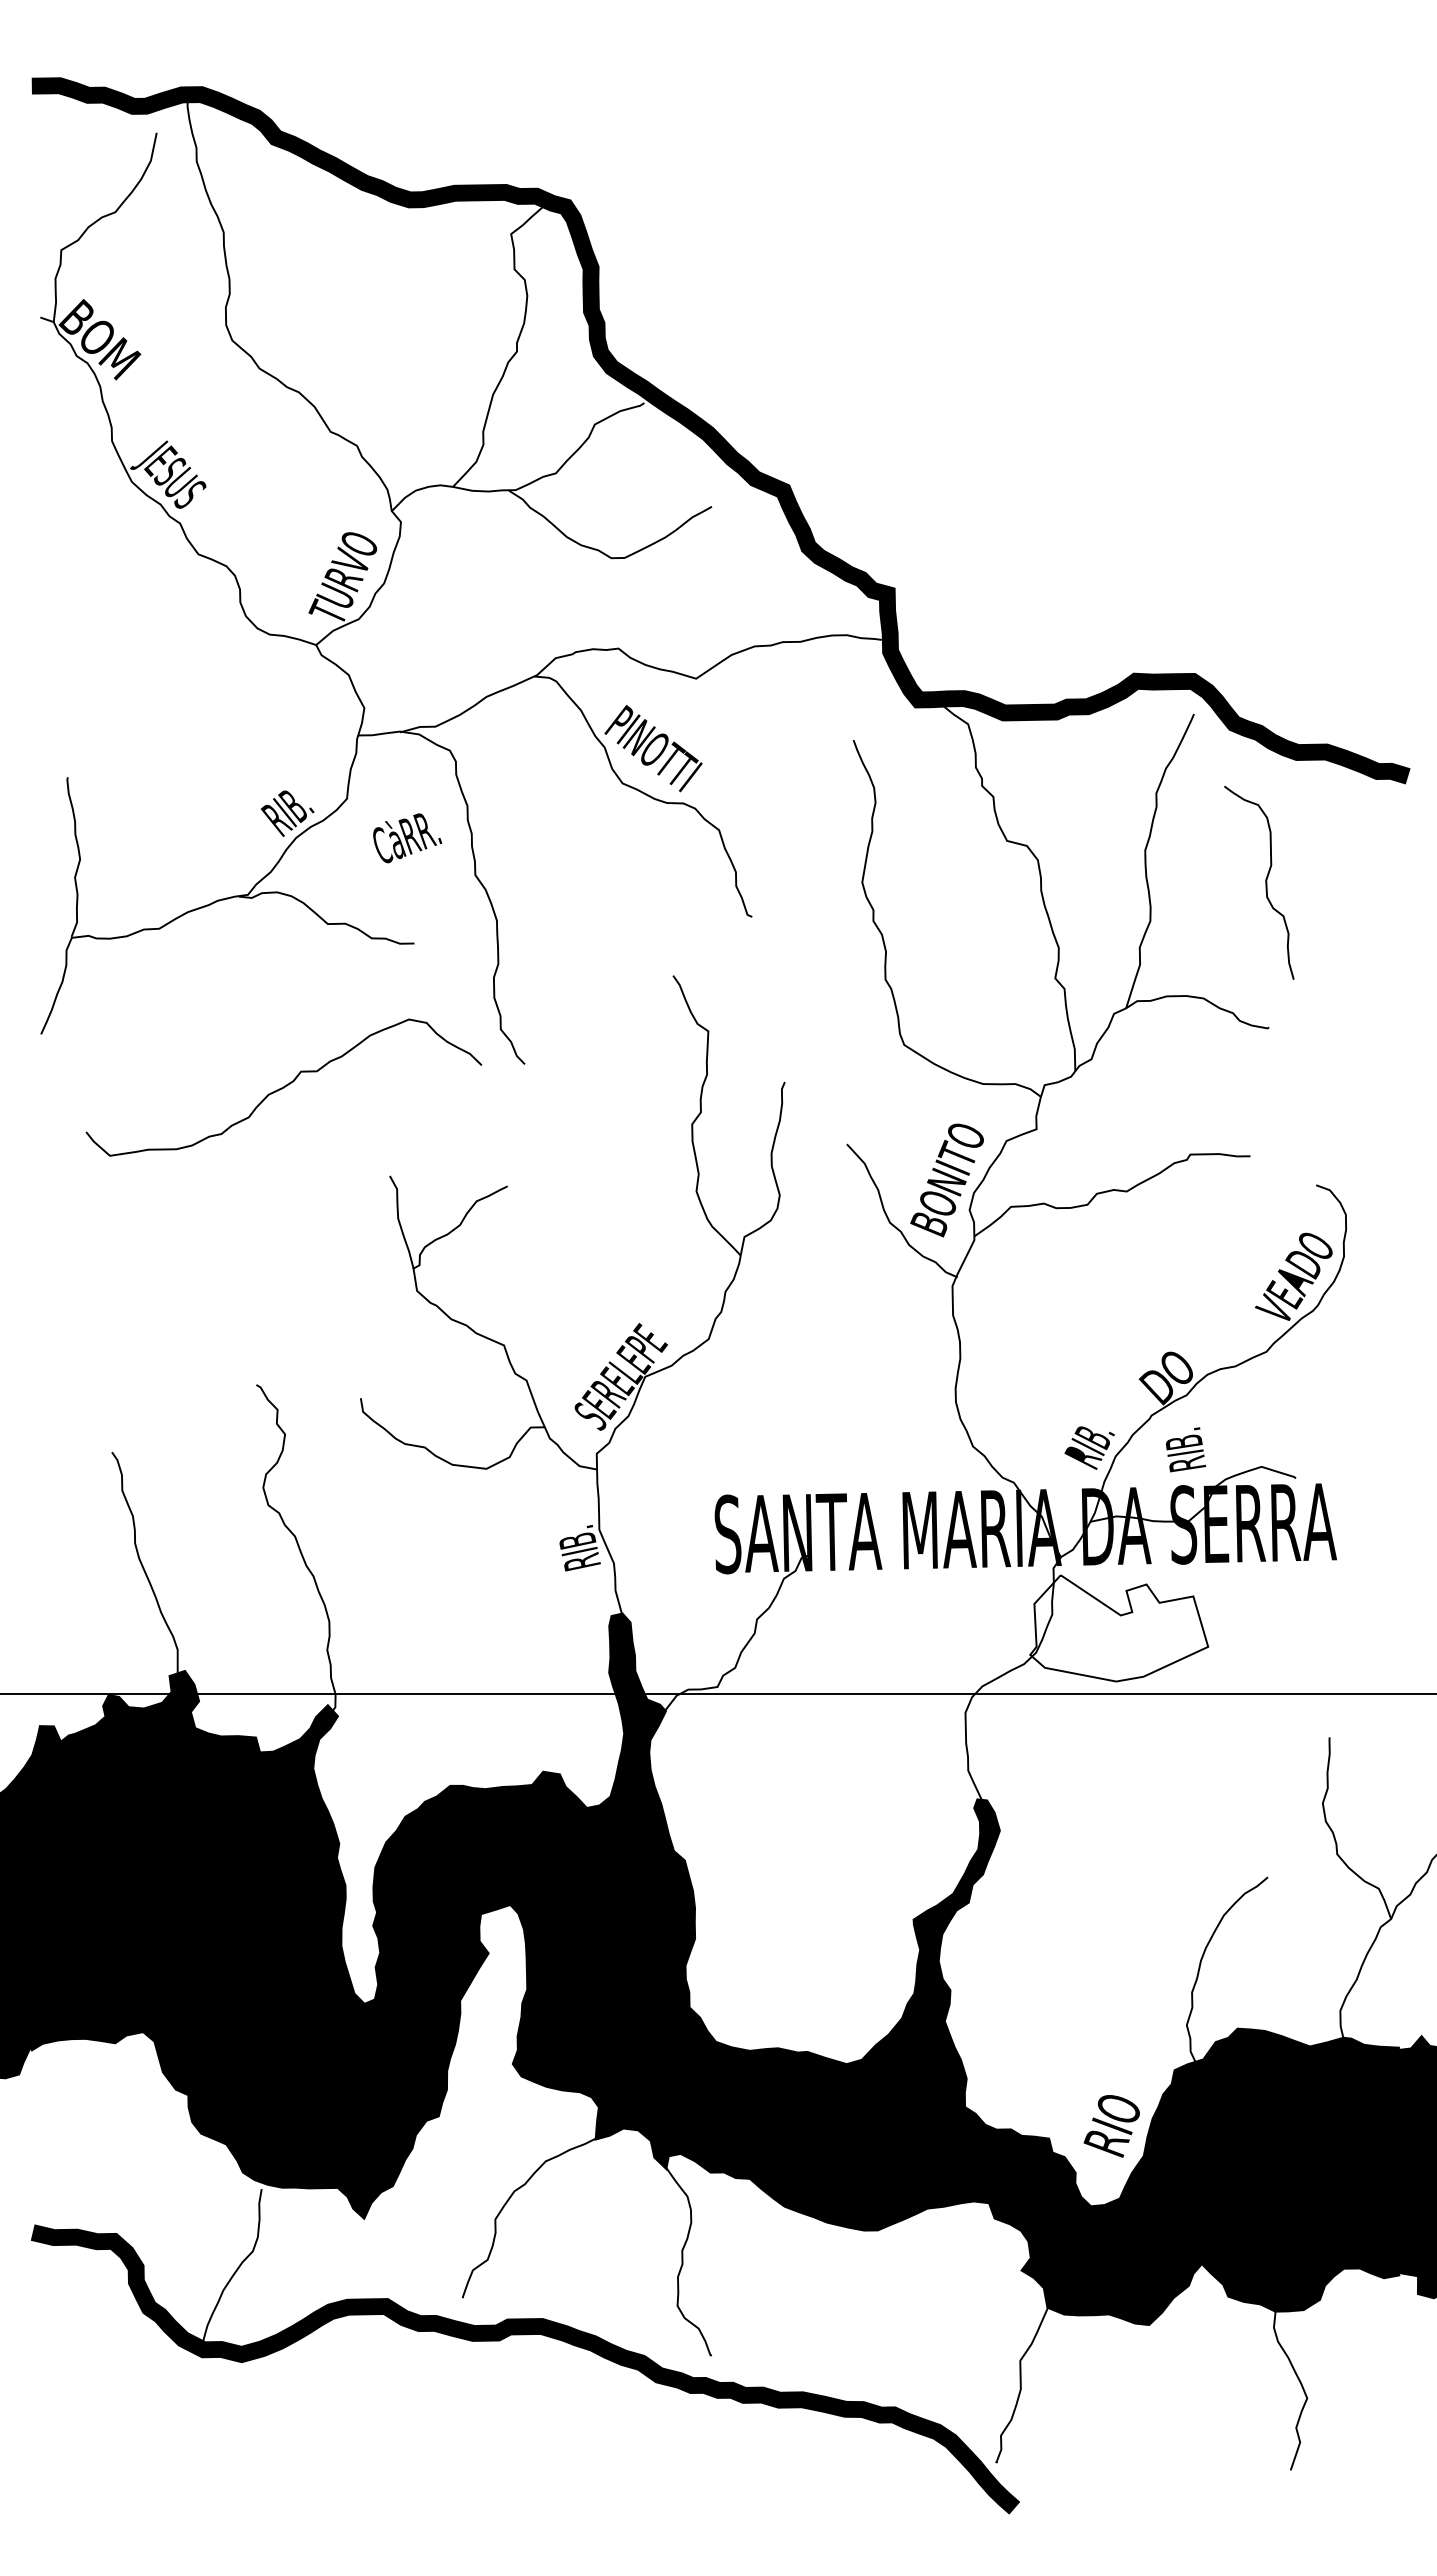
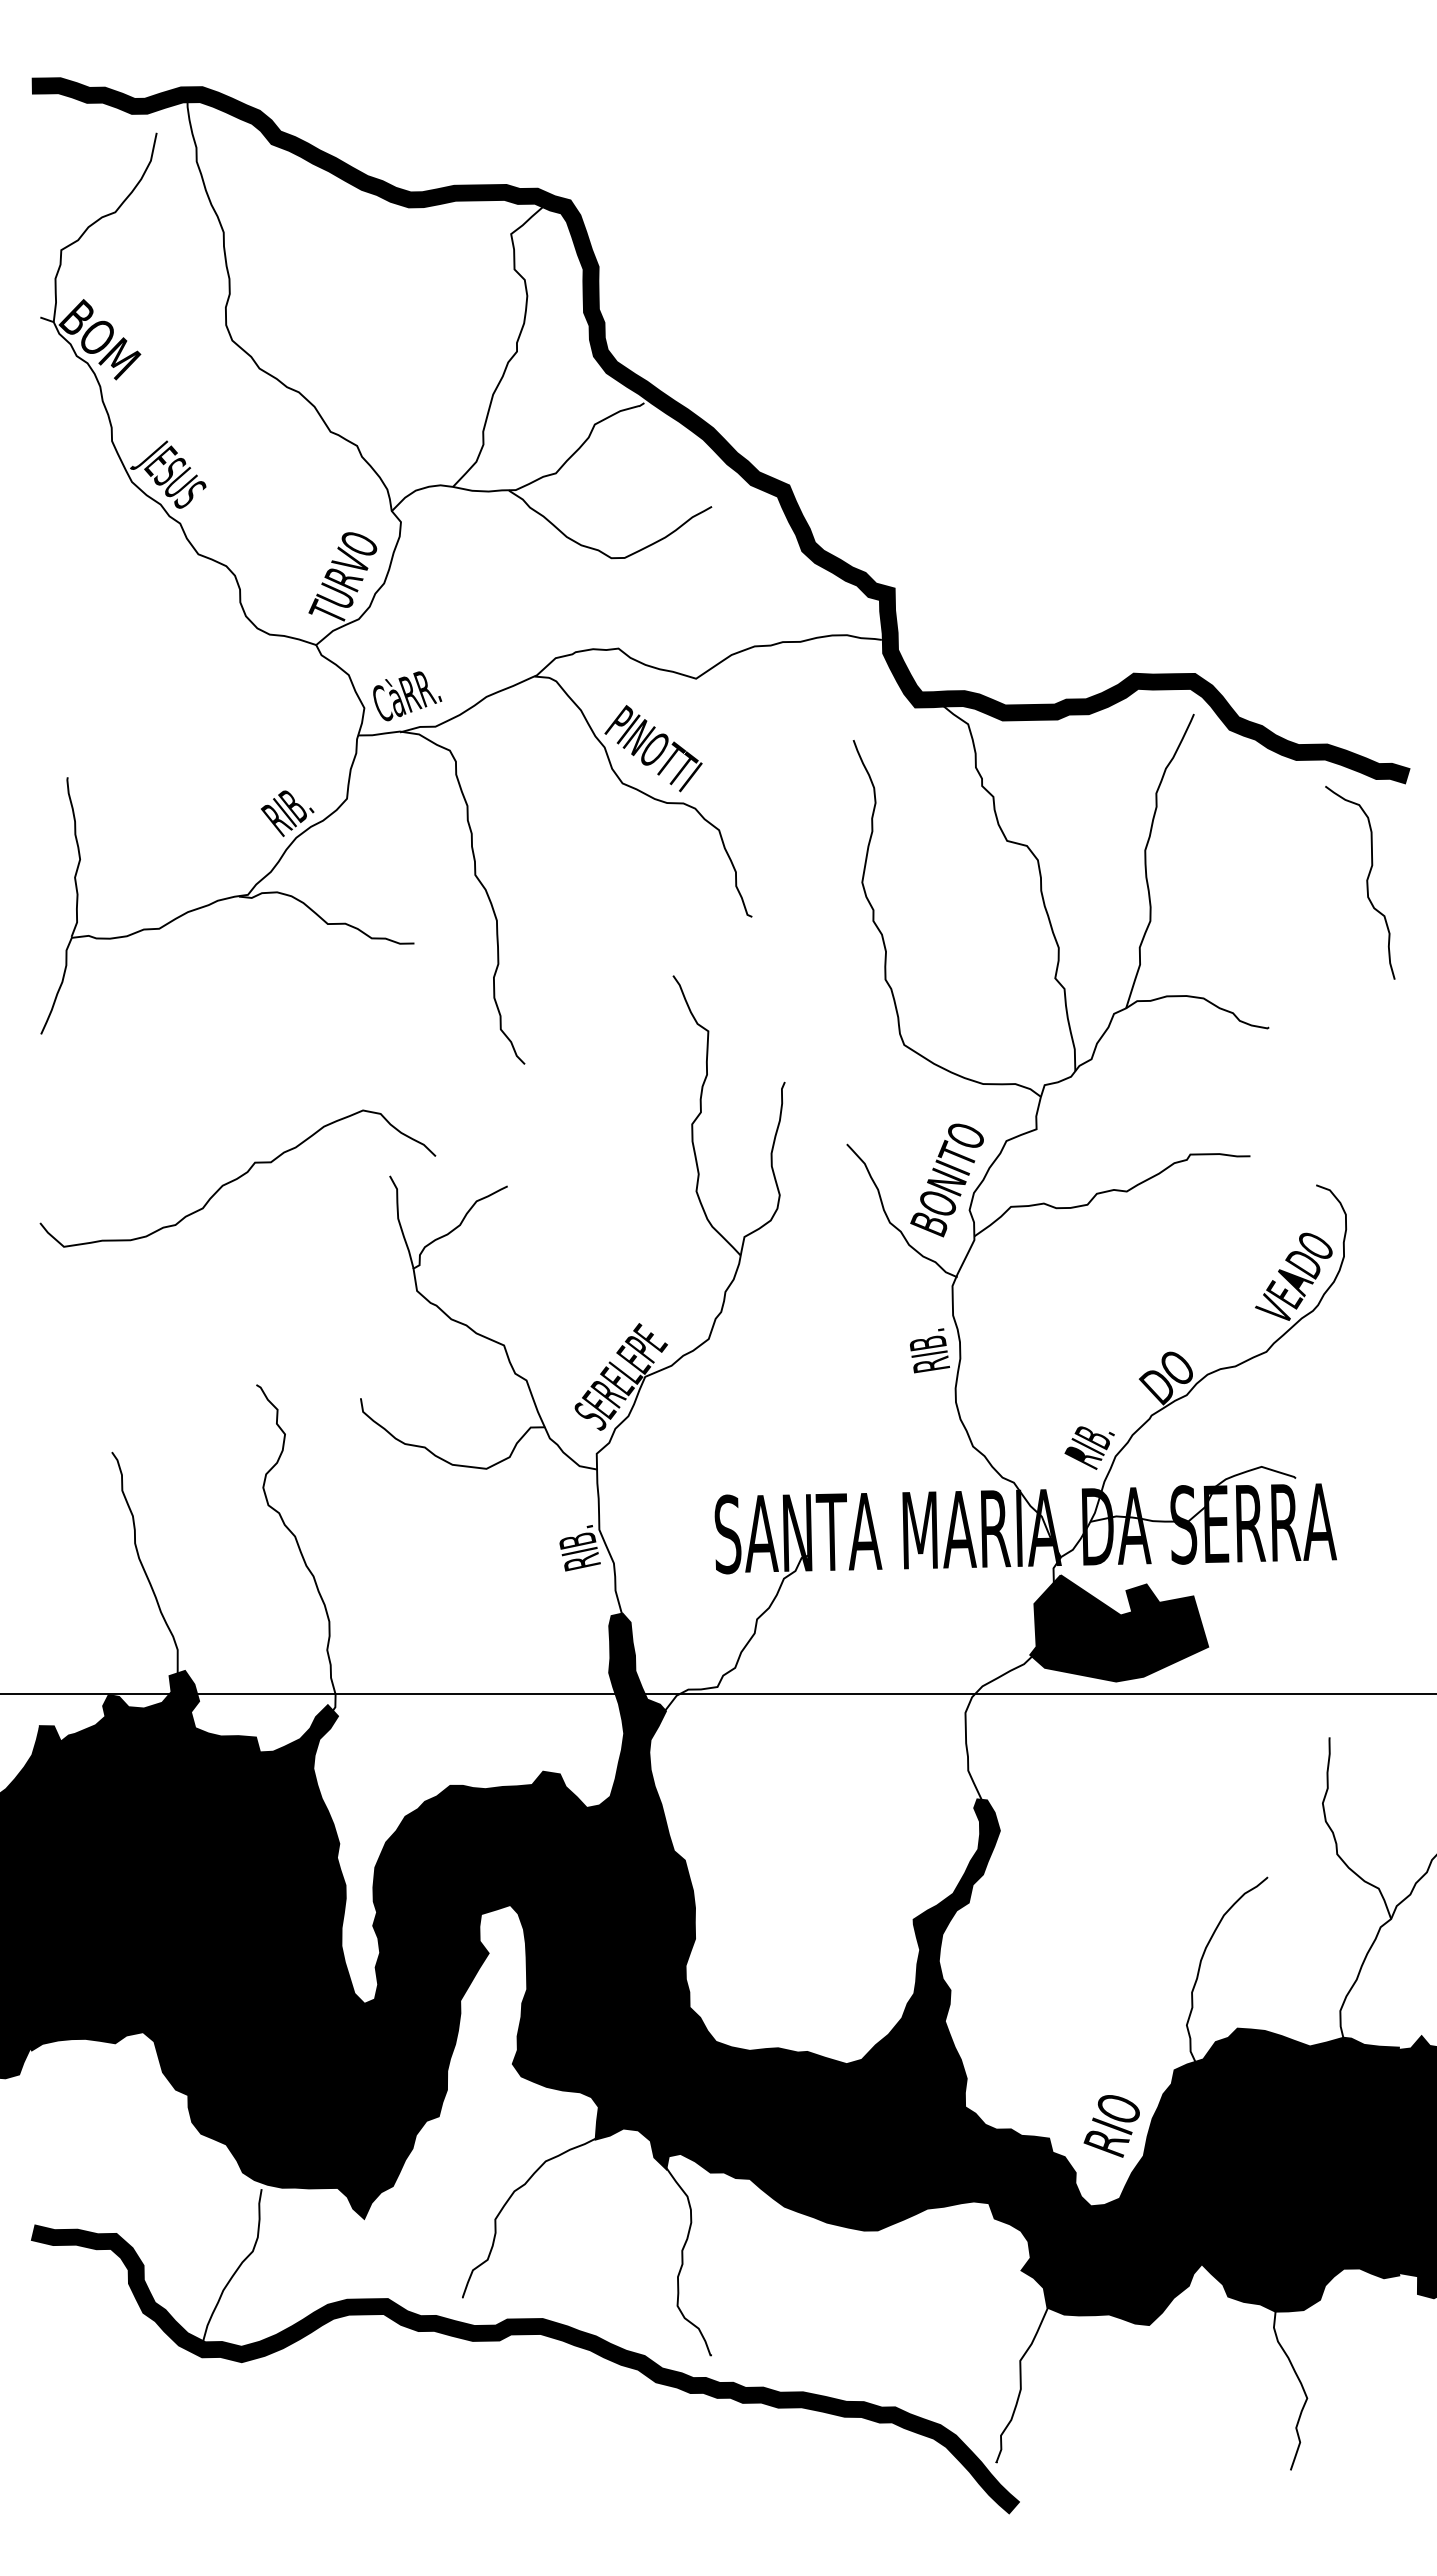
text at (407, 838) position: (407, 838) -> (407, 696)
curve at (1265, 882) position: (1265, 882) -> (1366, 882)
curve at (283, 1087) position: (283, 1087) -> (237, 1178)
text at (1185, 1449) position: (1185, 1449) -> (929, 1350)
fill at (1119, 1628): none -> present
